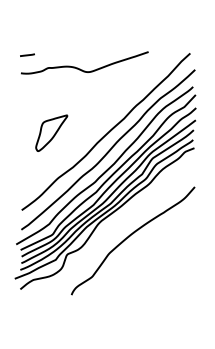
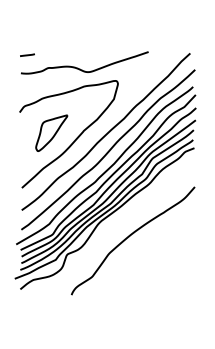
curve at (74, 139): none -> present
